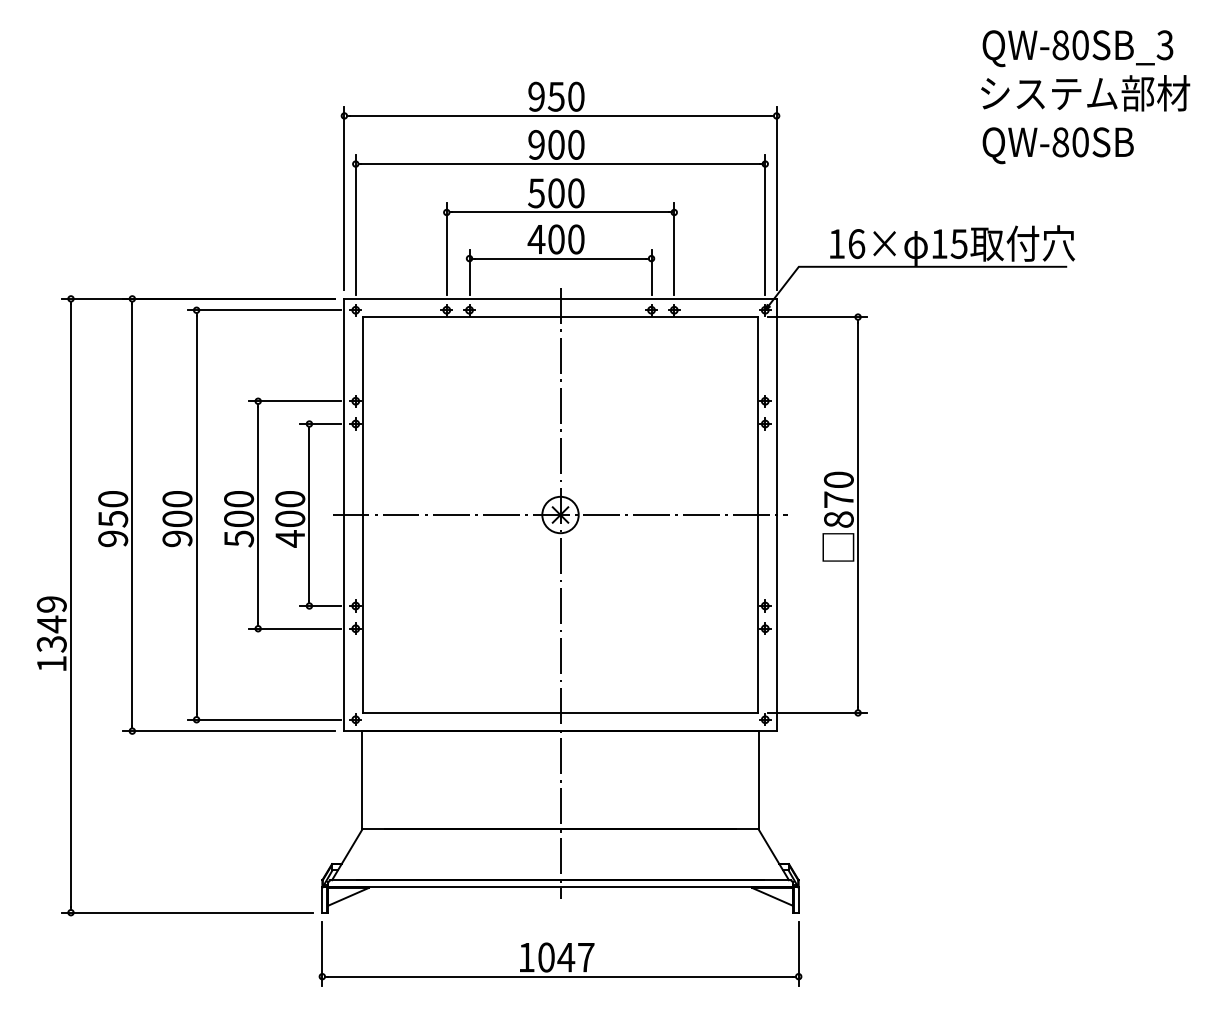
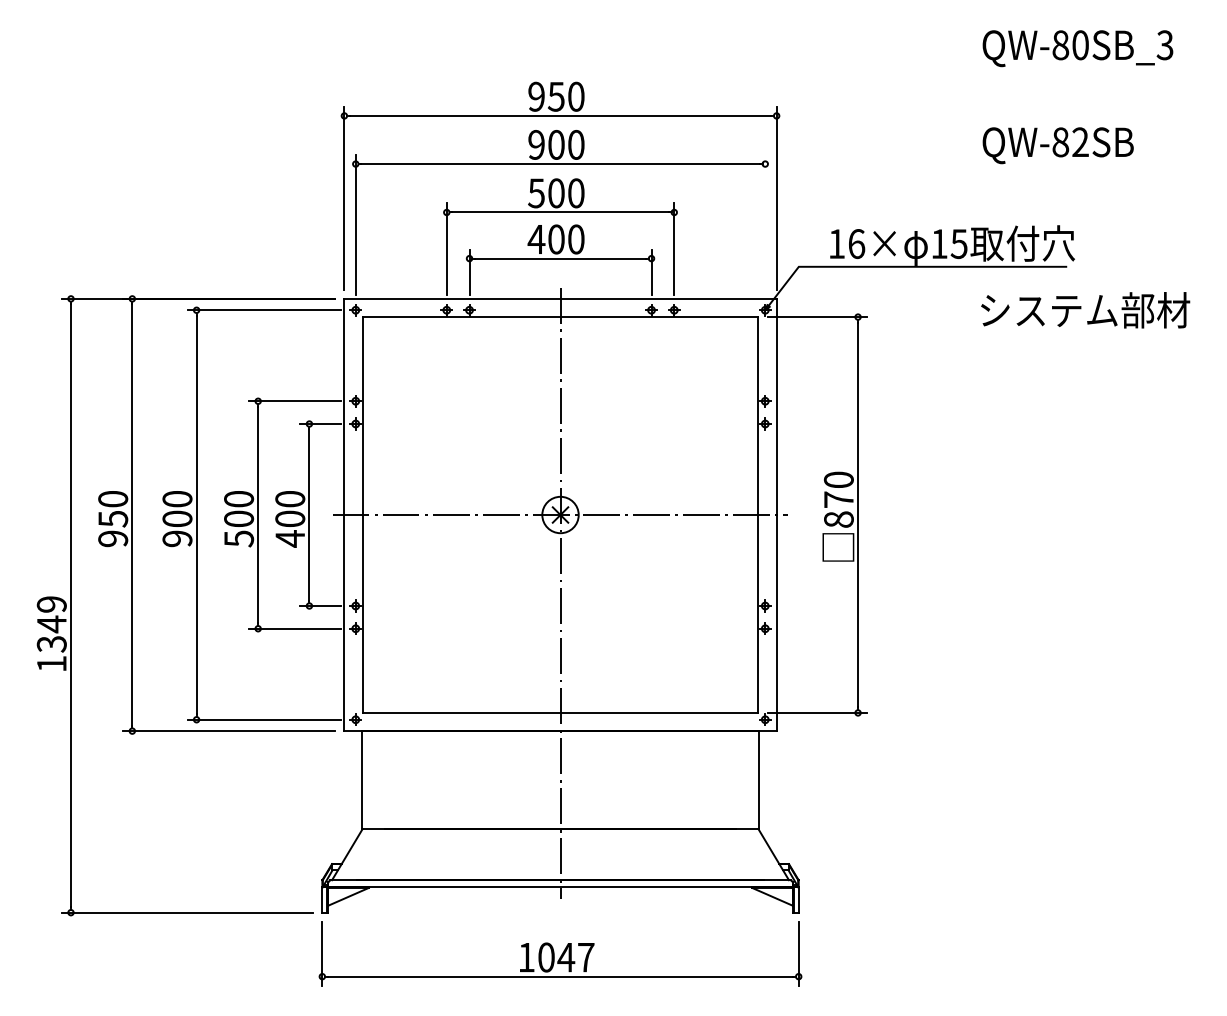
text at (1085, 93) position: (1085, 93) -> (1085, 310)
text at (1080, 142): QW-80SB -> QW-82SB
line at (765, 224): present -> none
